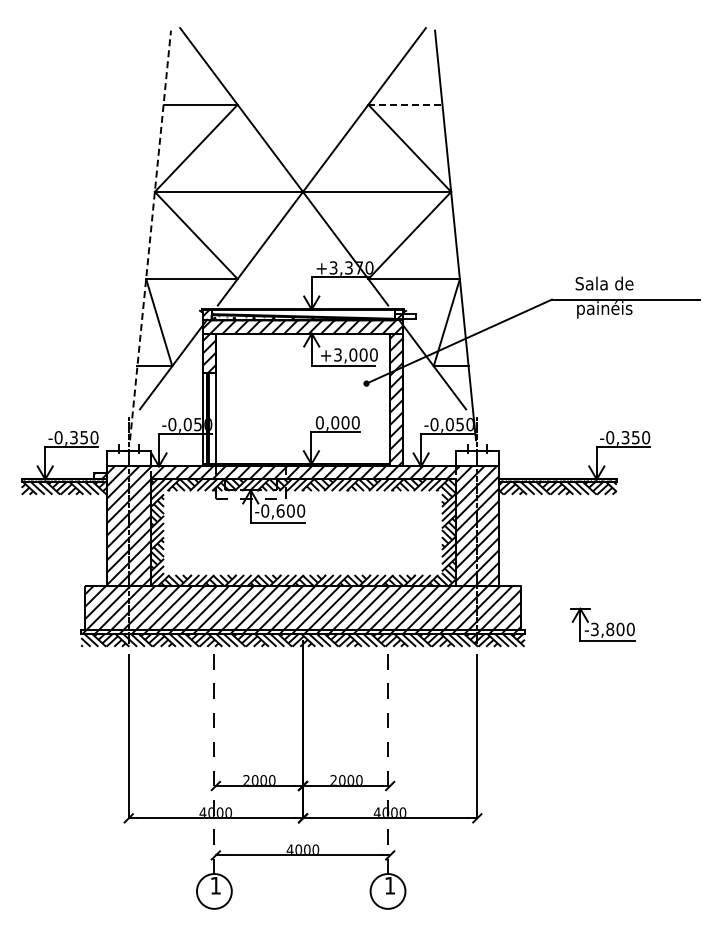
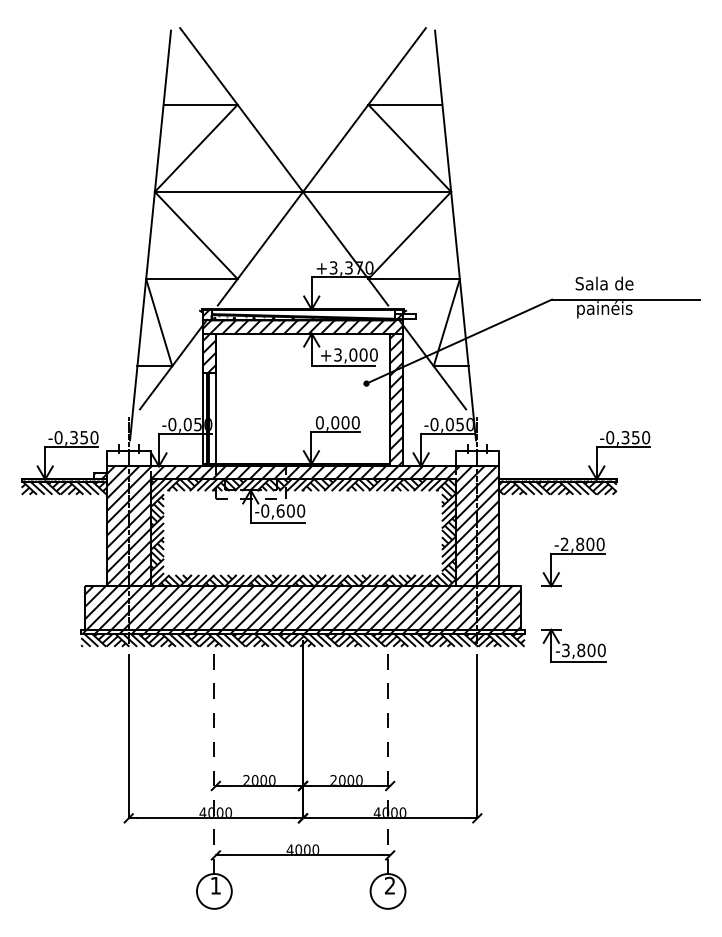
line at (405, 104): dashed -> solid
line at (150, 235): dashed -> solid
part at (573, 554): none -> present
part at (602, 624) position: (602, 624) -> (573, 645)
text at (389, 885): 1 -> 2
